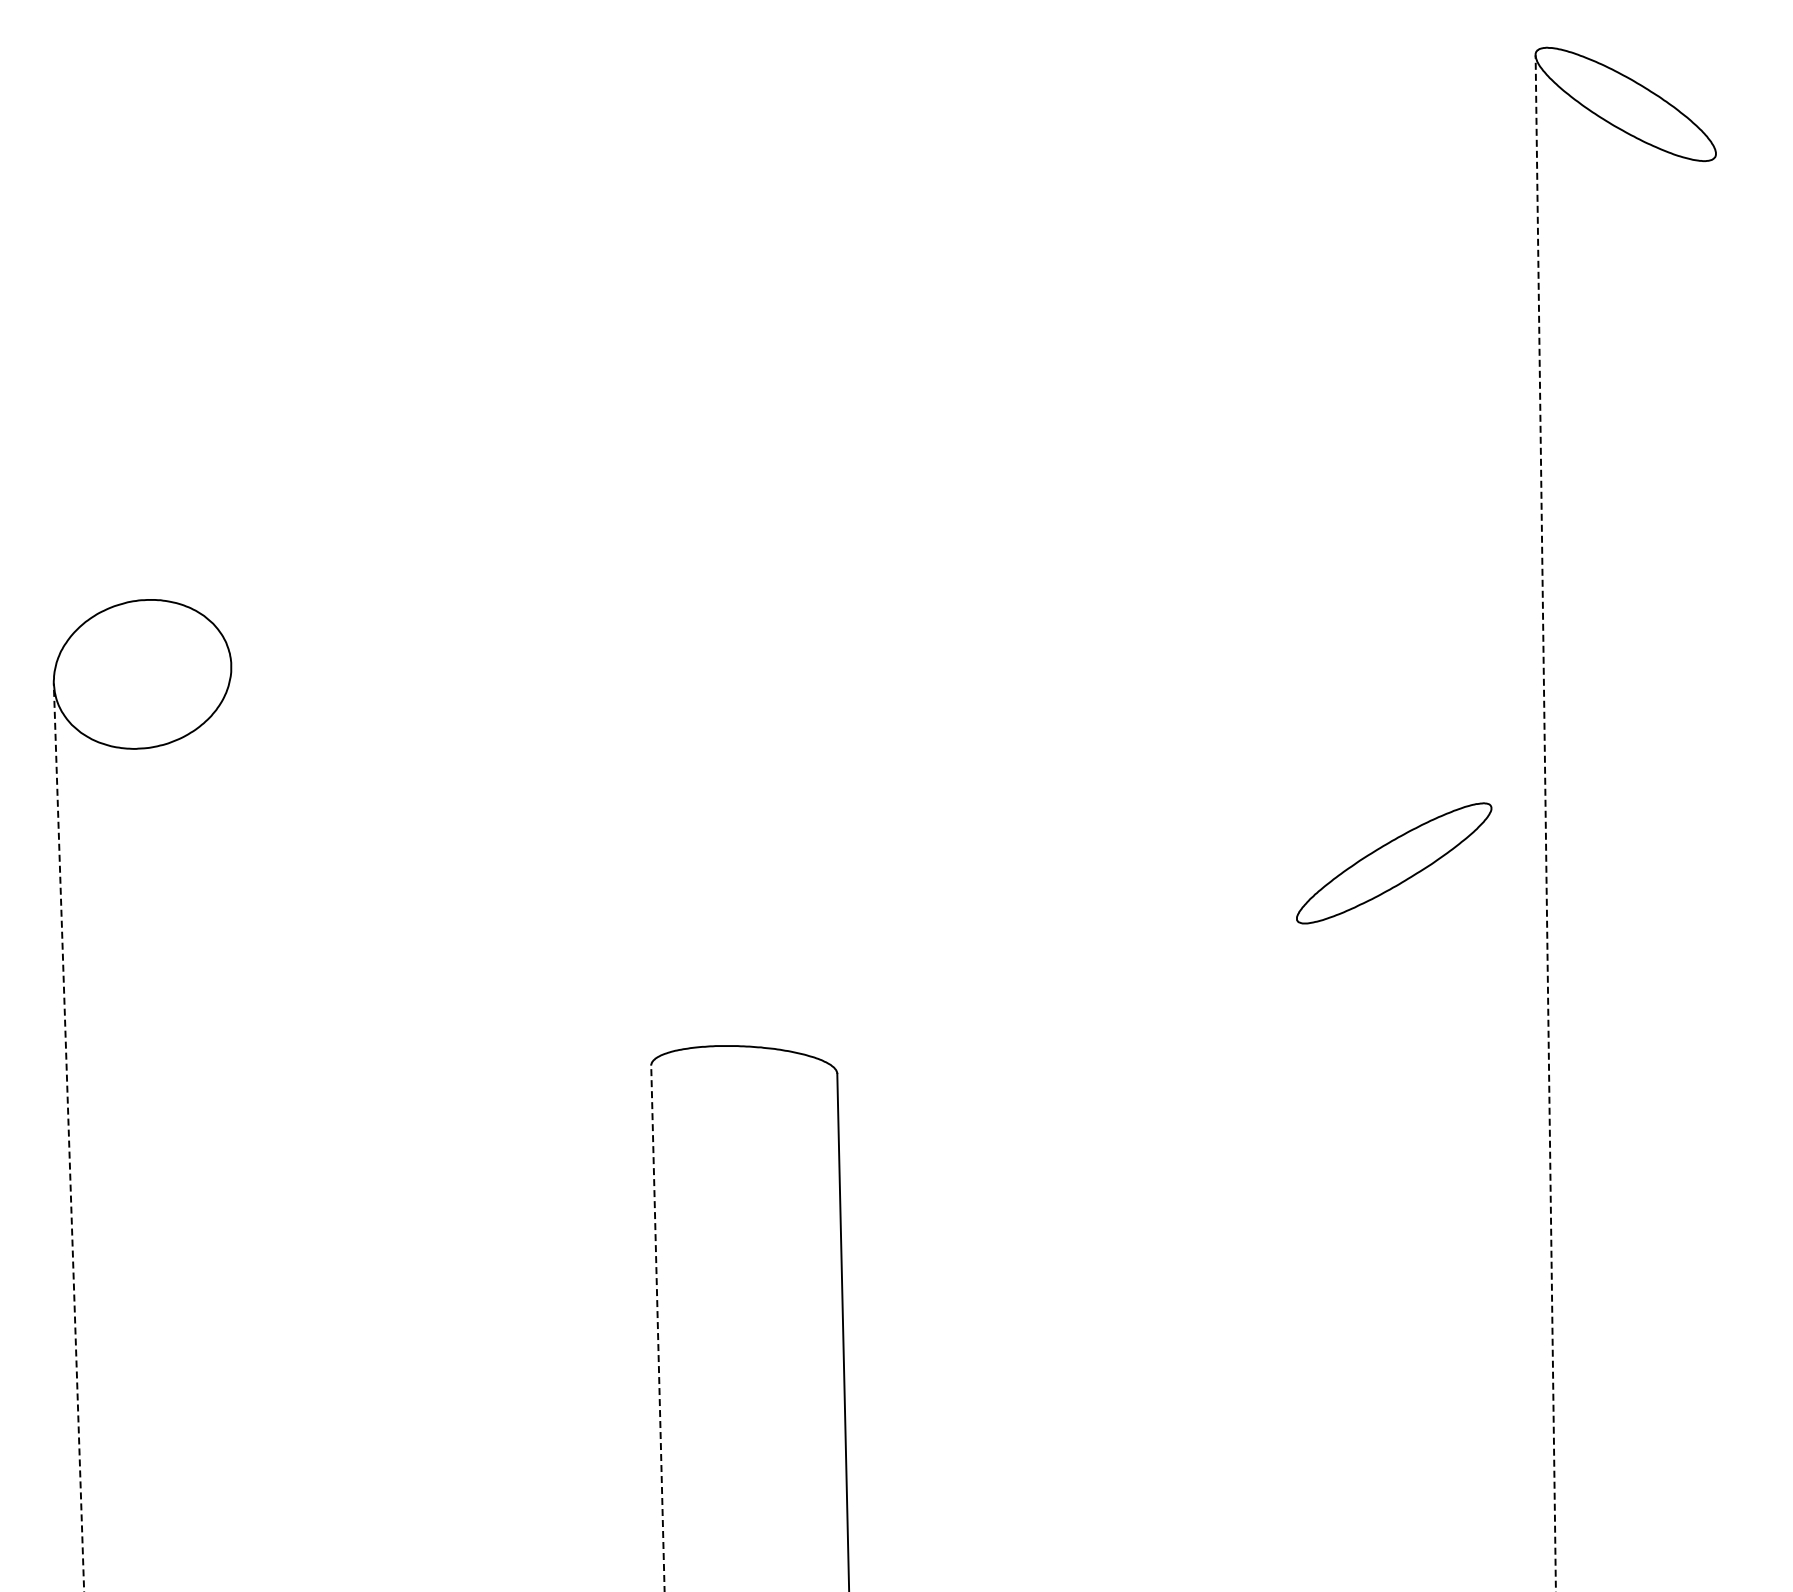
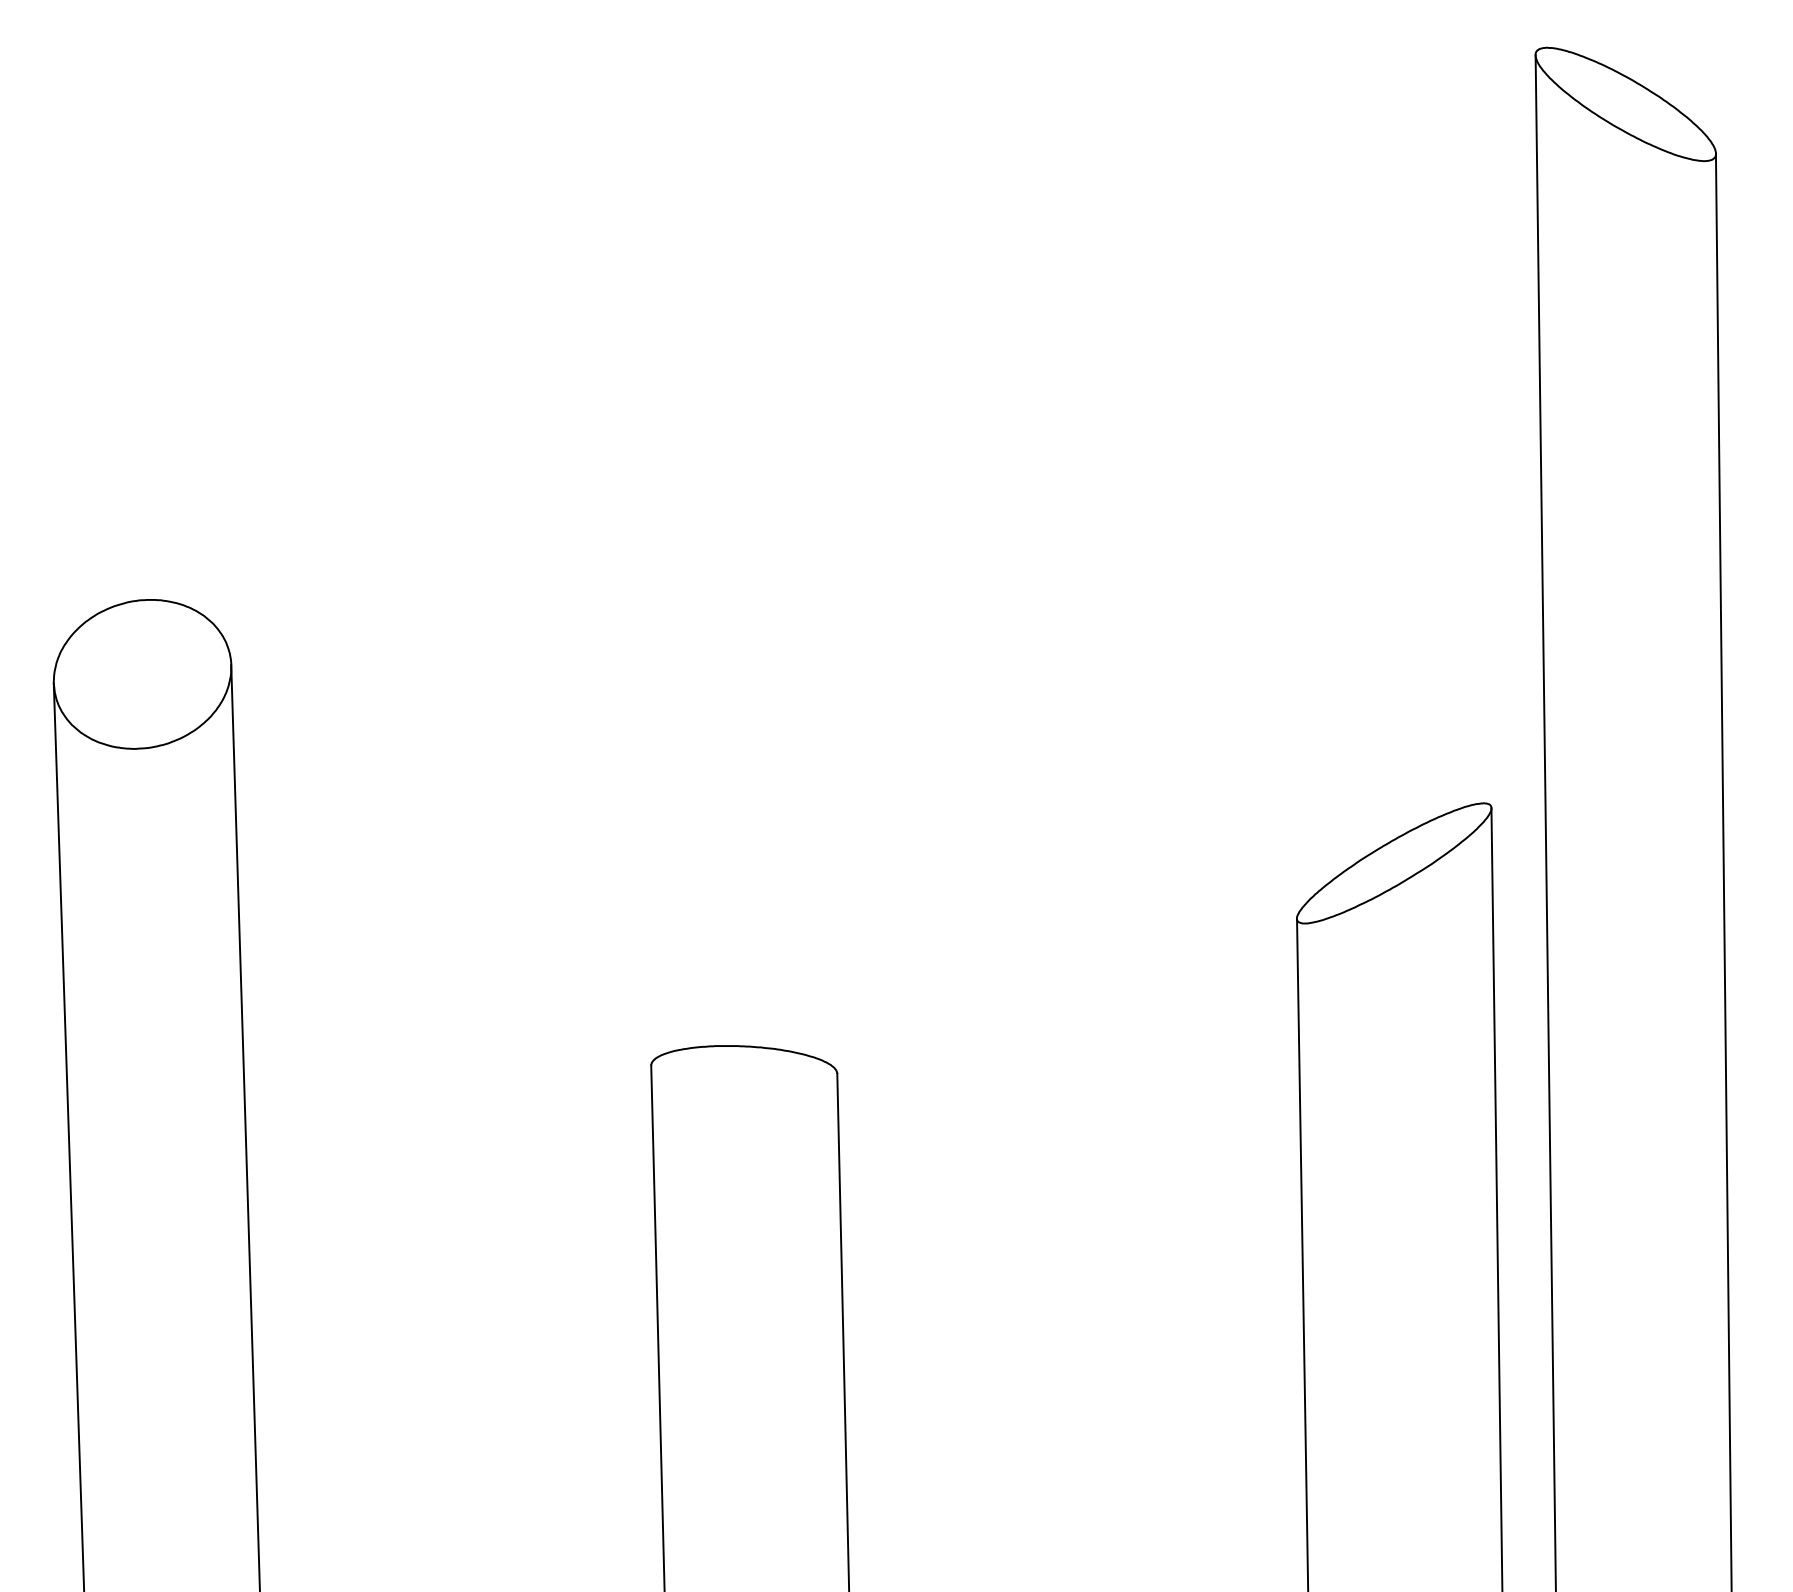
line at (1545, 823): dashed -> solid
line at (1723, 870): none -> present
line at (245, 1126): none -> present
line at (68, 1137): dashed -> solid
line at (1496, 1198): none -> present
line at (1302, 1253): none -> present
line at (657, 1328): dashed -> solid
